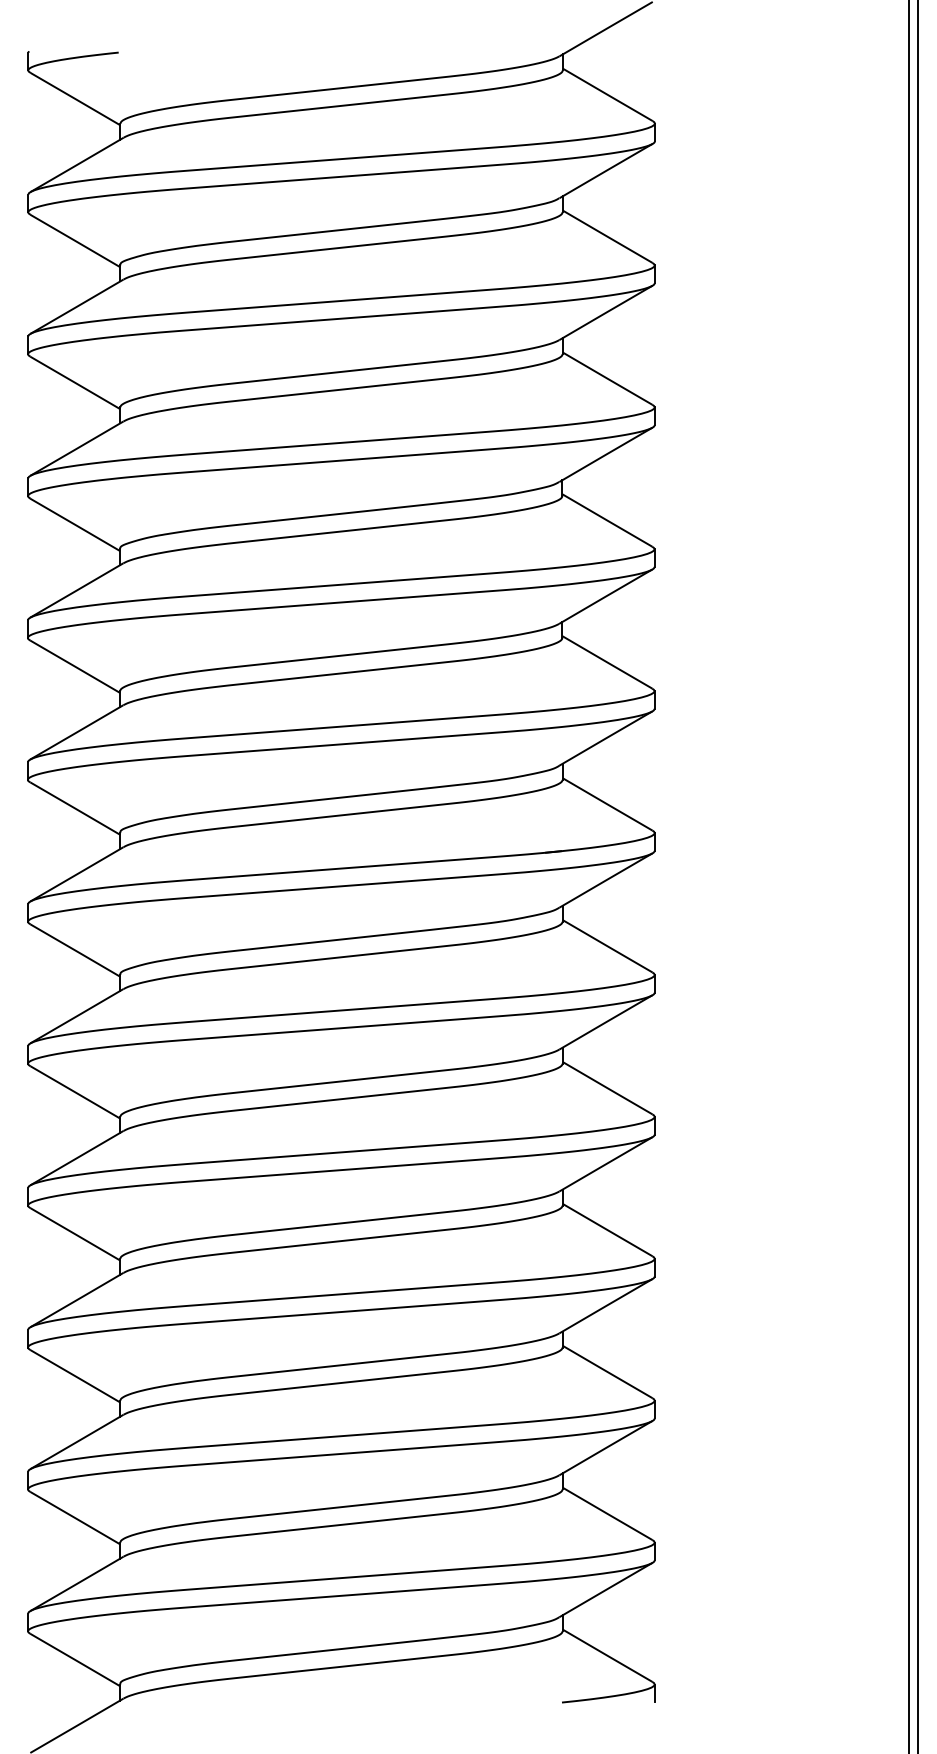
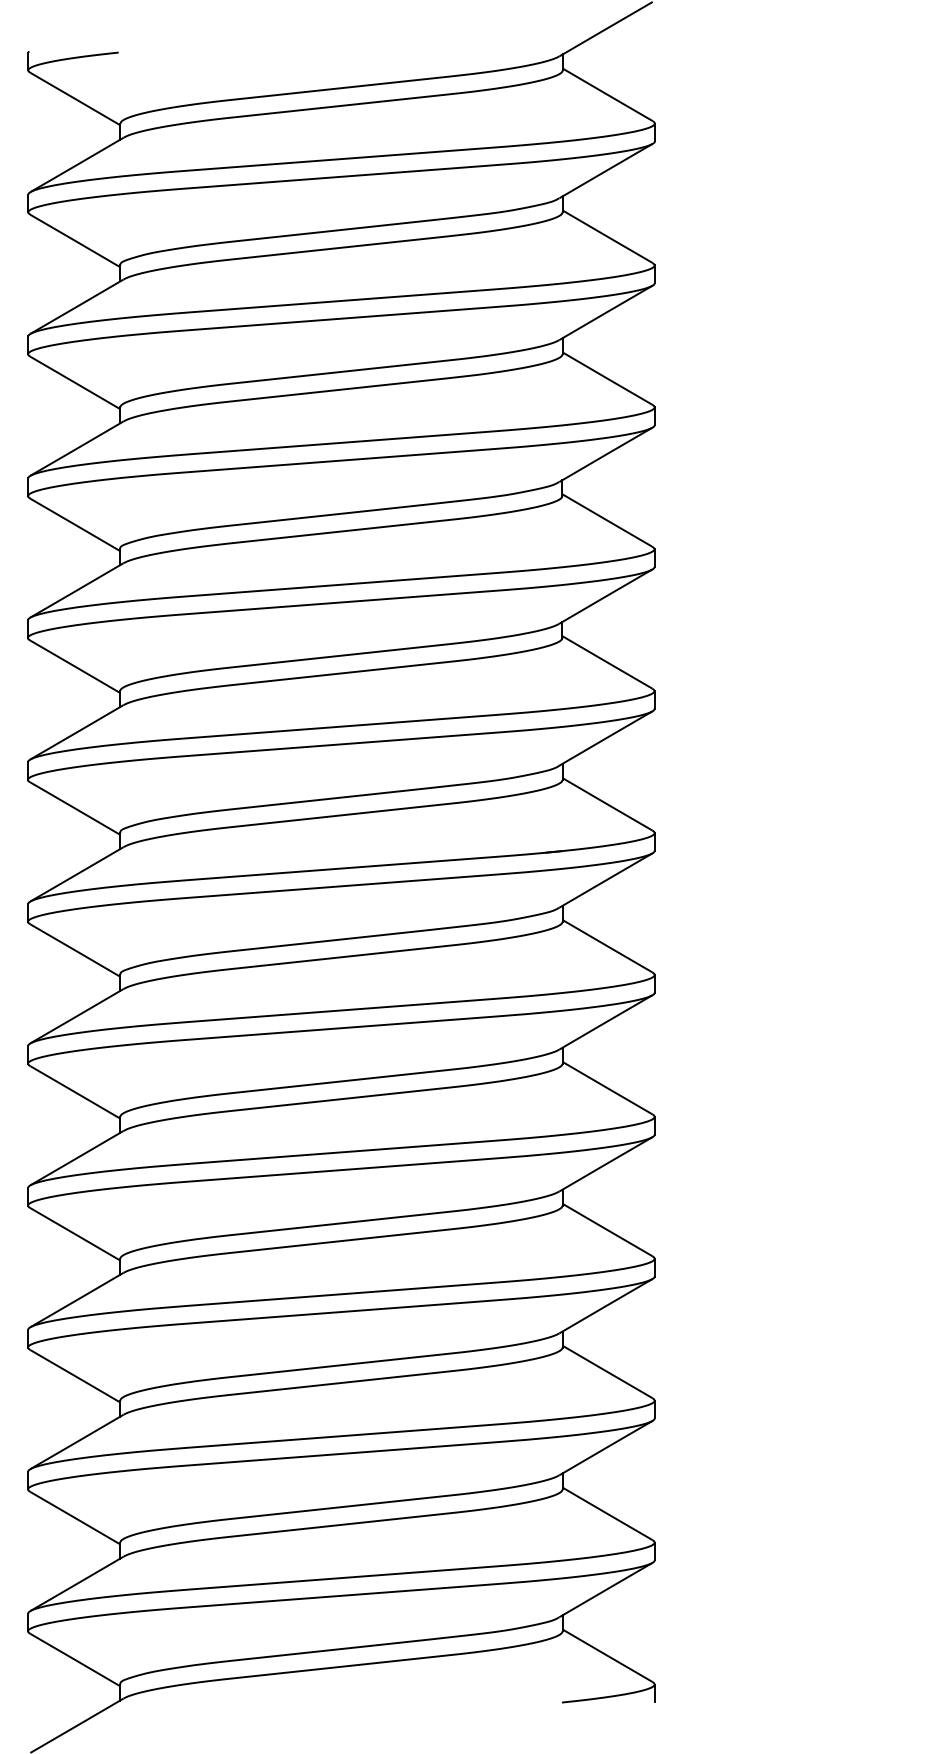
line at (909, 876): present -> none
line at (918, 876): present -> none
